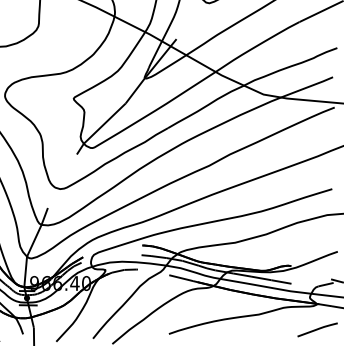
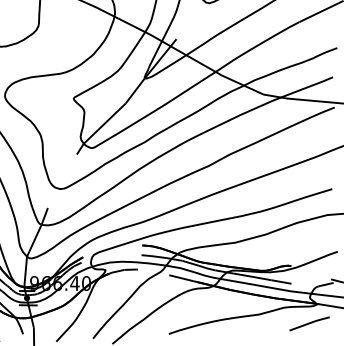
line at (317, 329) position: (317, 329) -> (309, 323)
